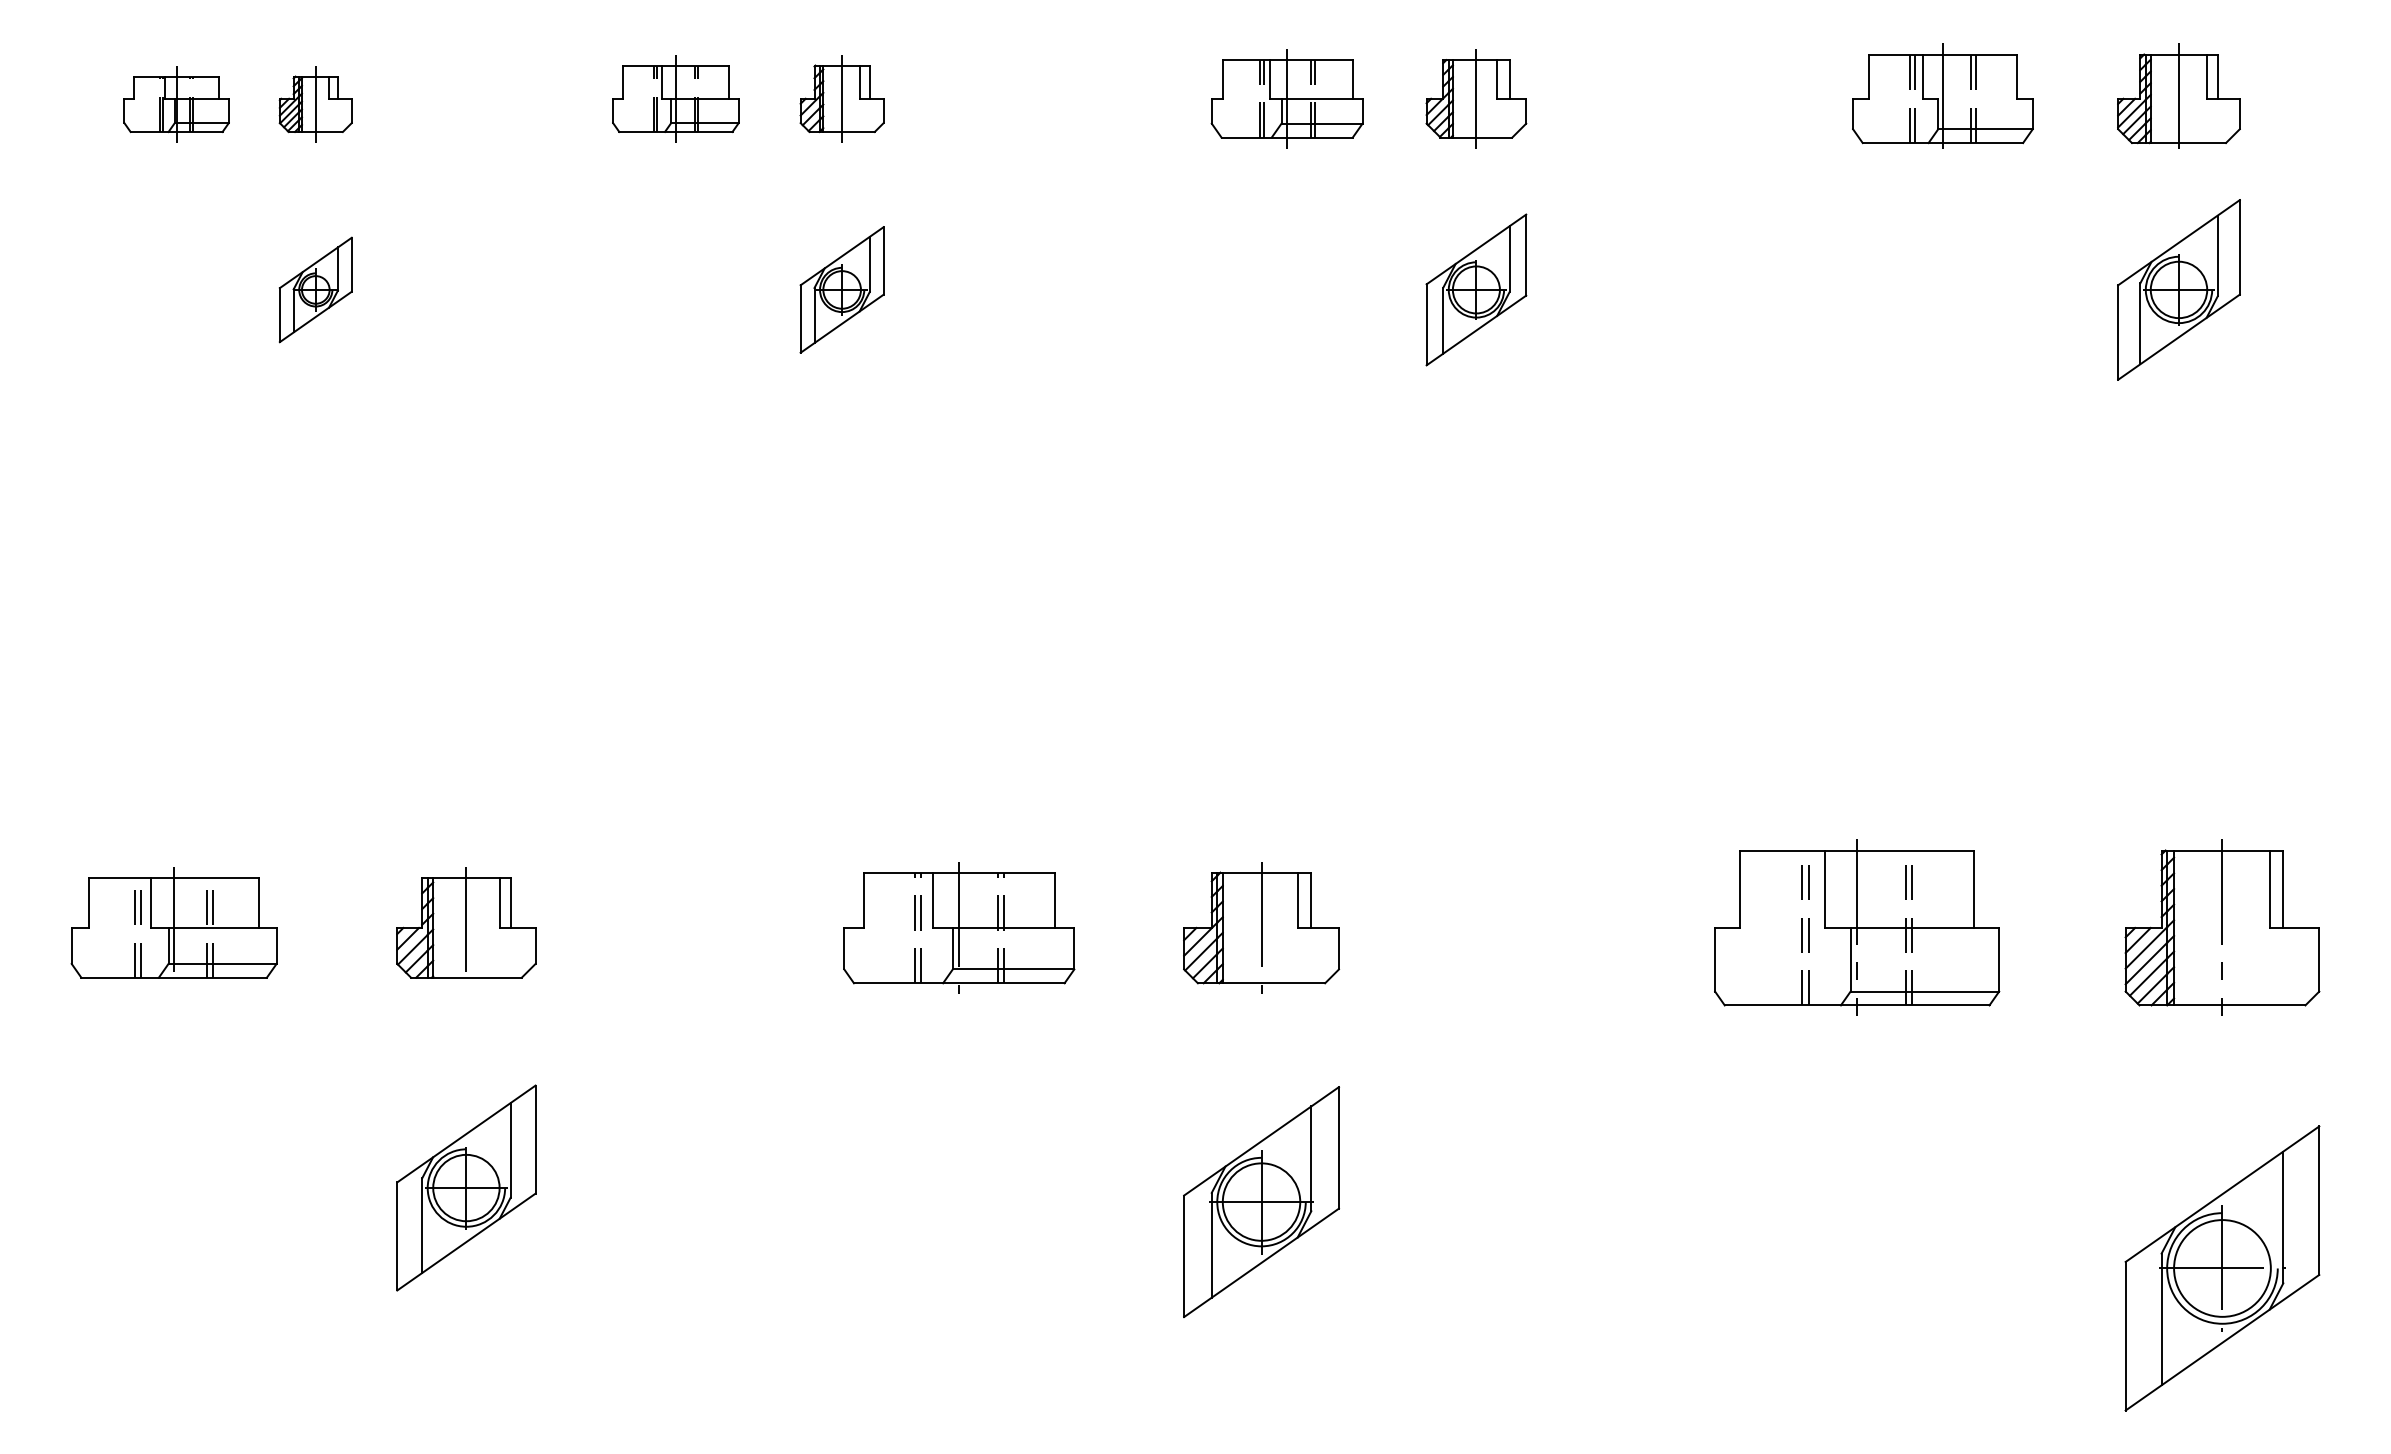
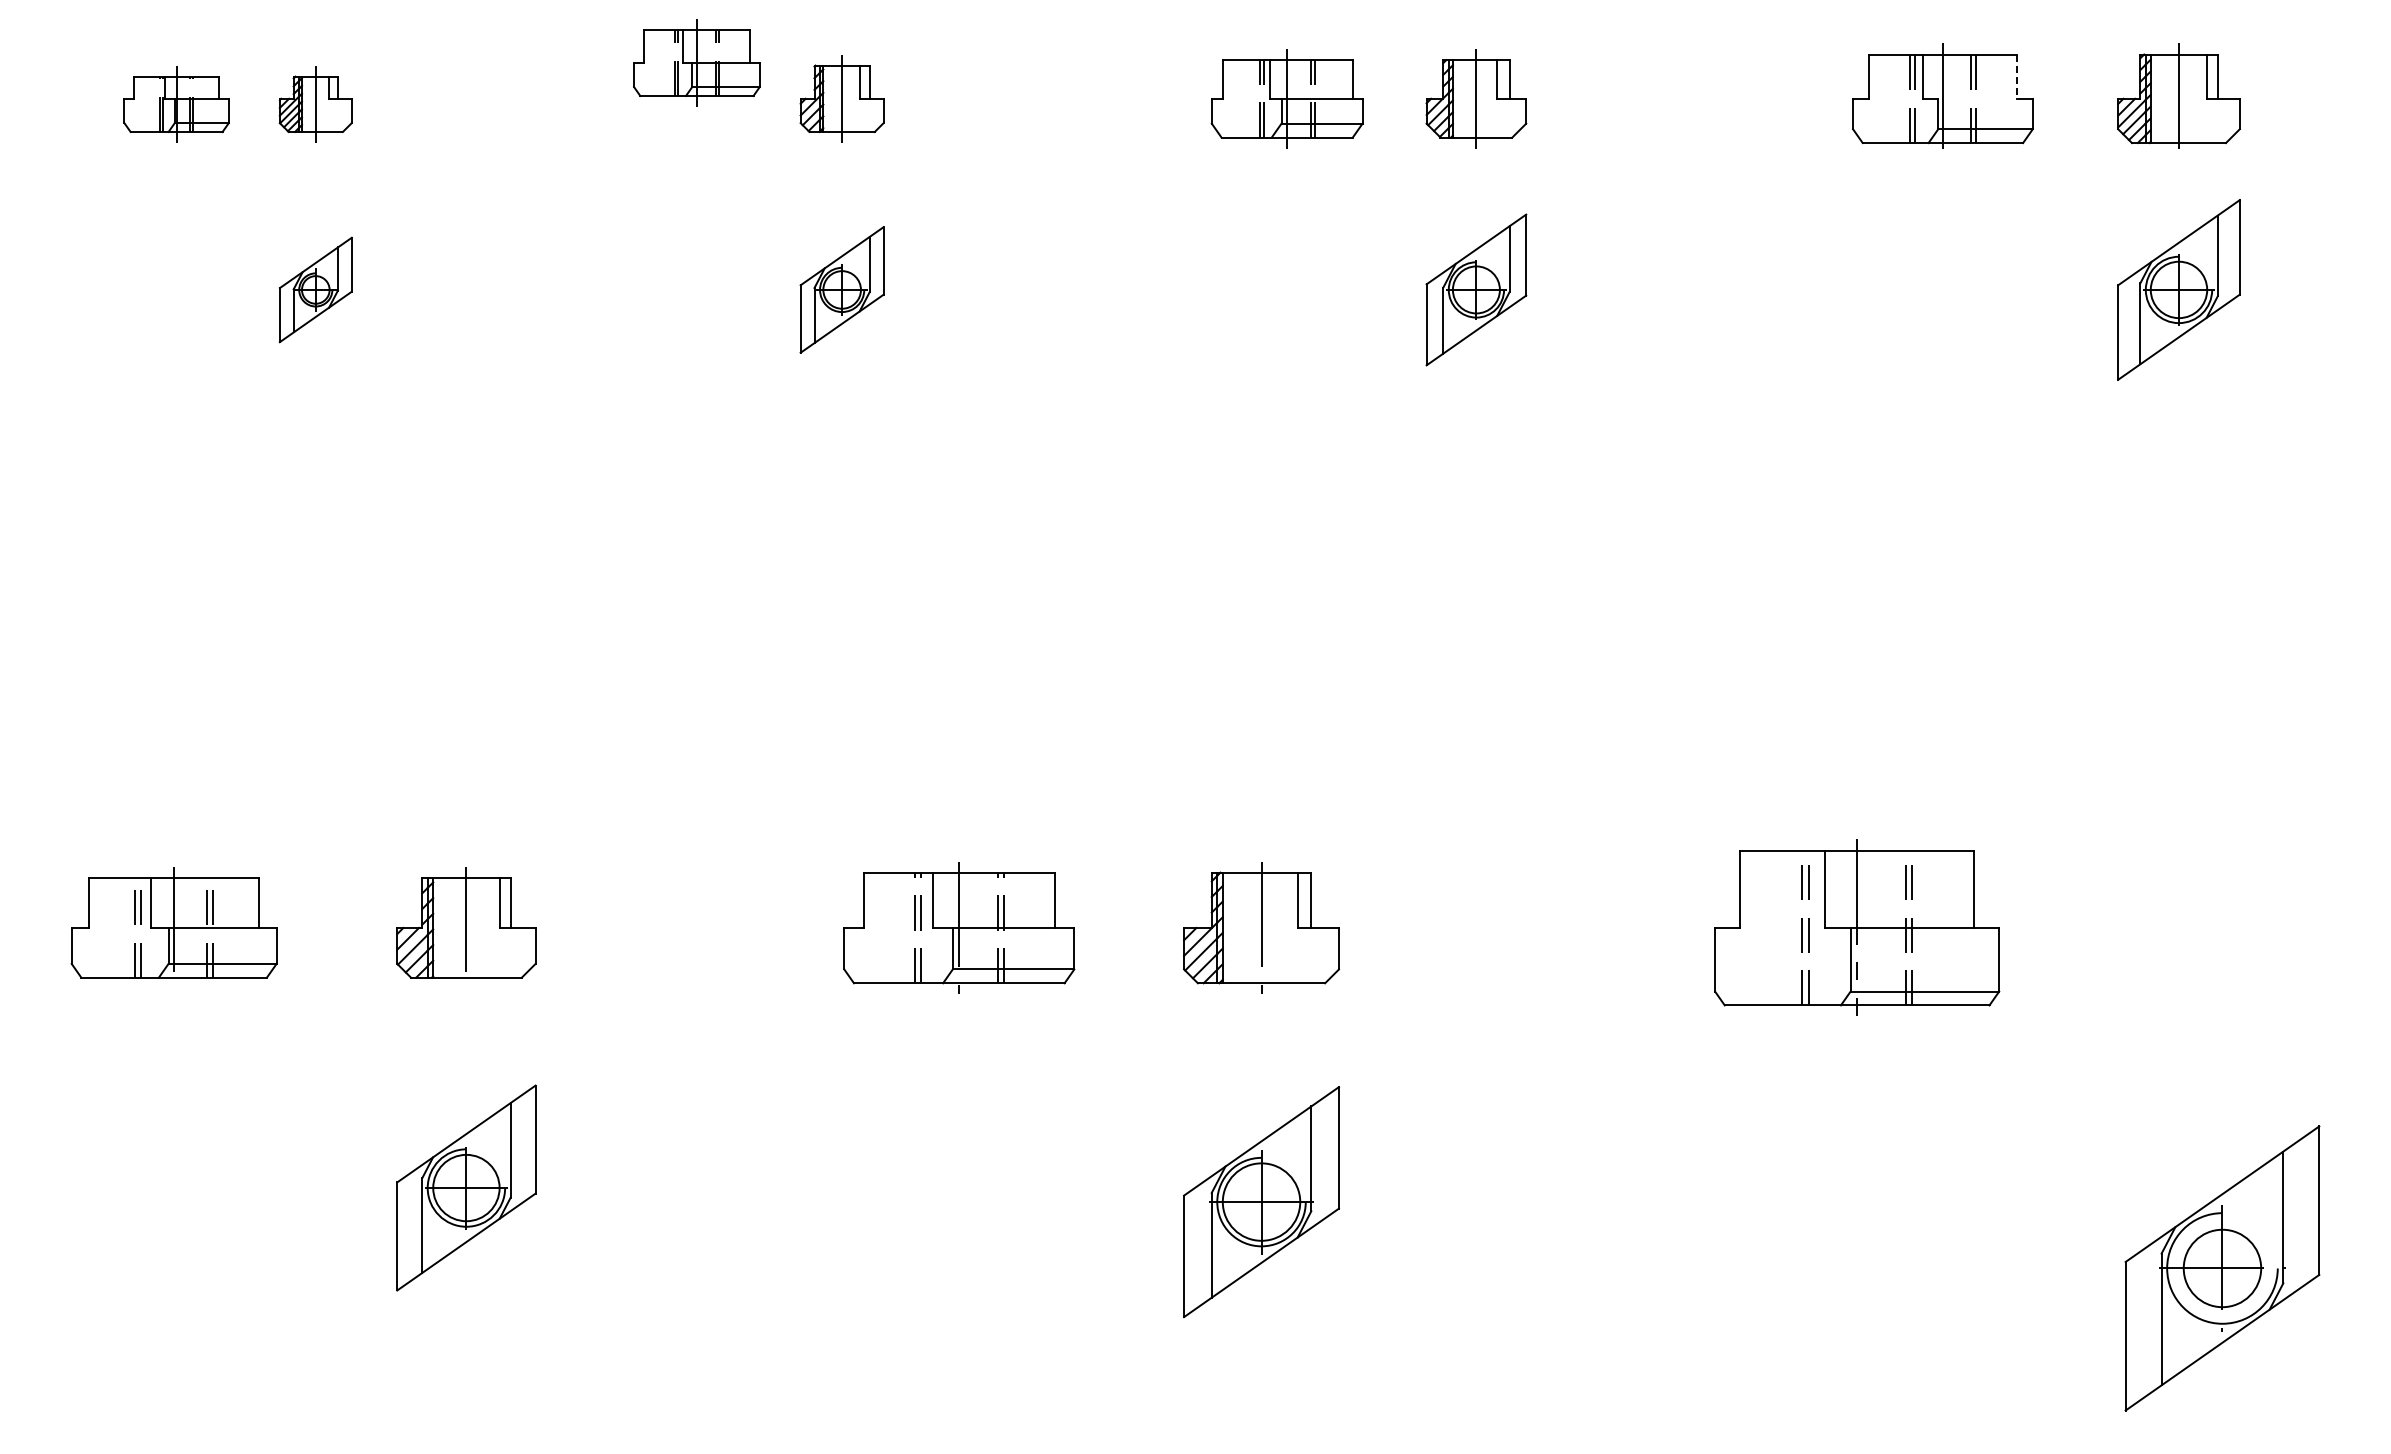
line at (2017, 77): solid -> dashed
part at (675, 98) position: (675, 98) -> (696, 62)
part at (2222, 927): present -> none
circle at (2222, 1268) diameter: 97 px -> 77 px
